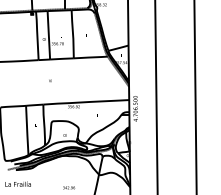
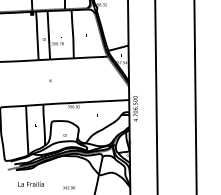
text at (17, 183) position: (17, 183) -> (30, 183)
